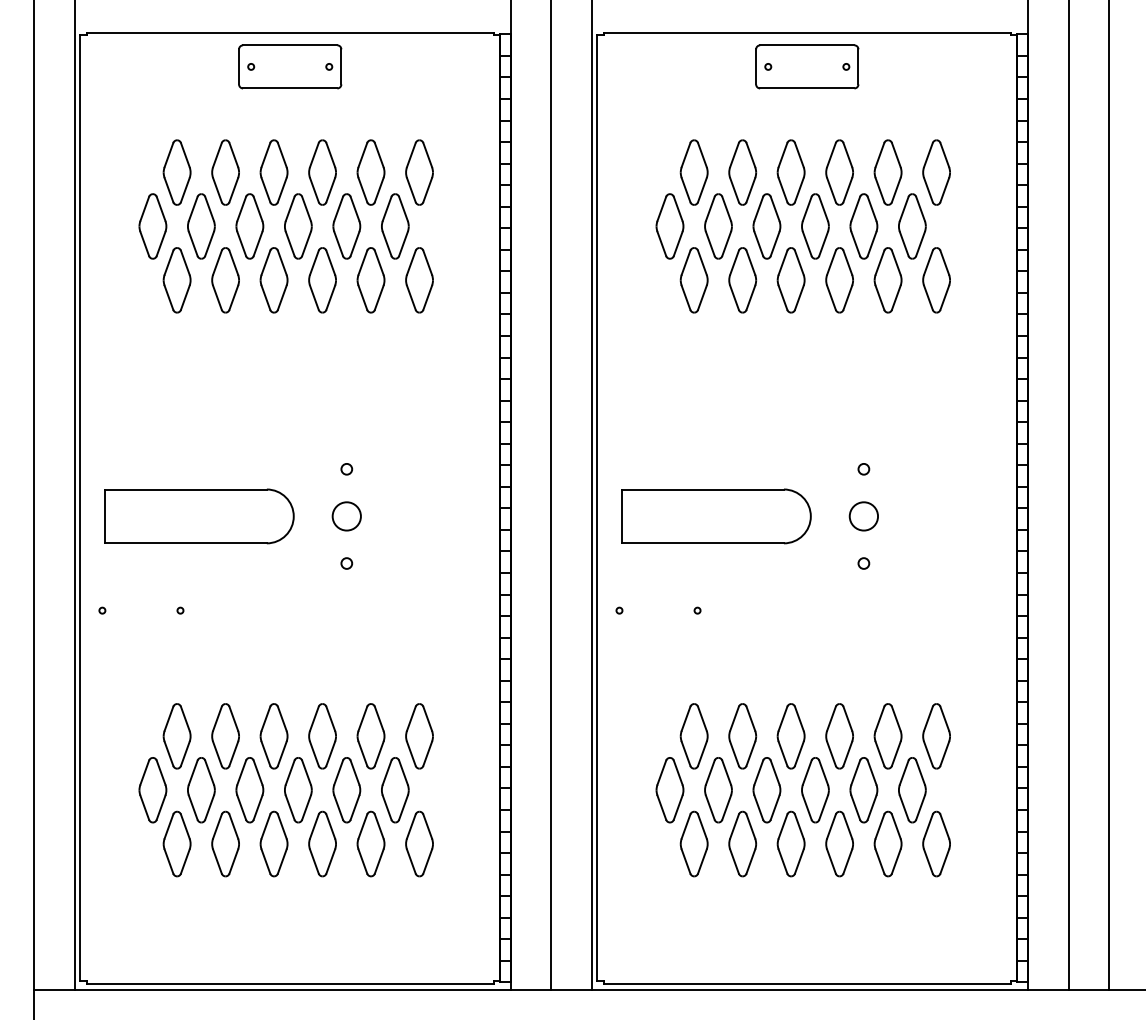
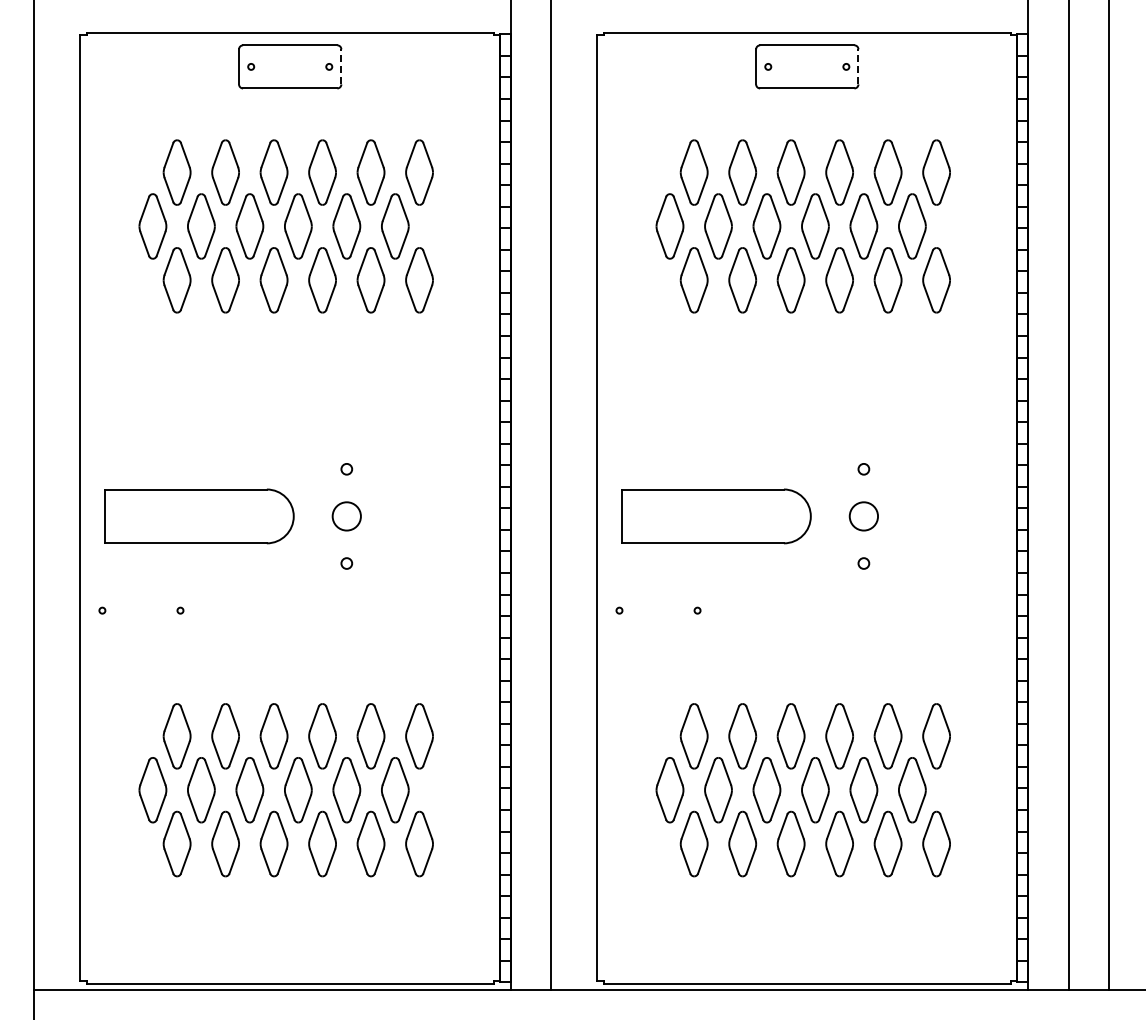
line at (341, 66): solid -> dashed
line at (858, 66): solid -> dashed
line at (74, 495): present -> none
line at (591, 495): present -> none
